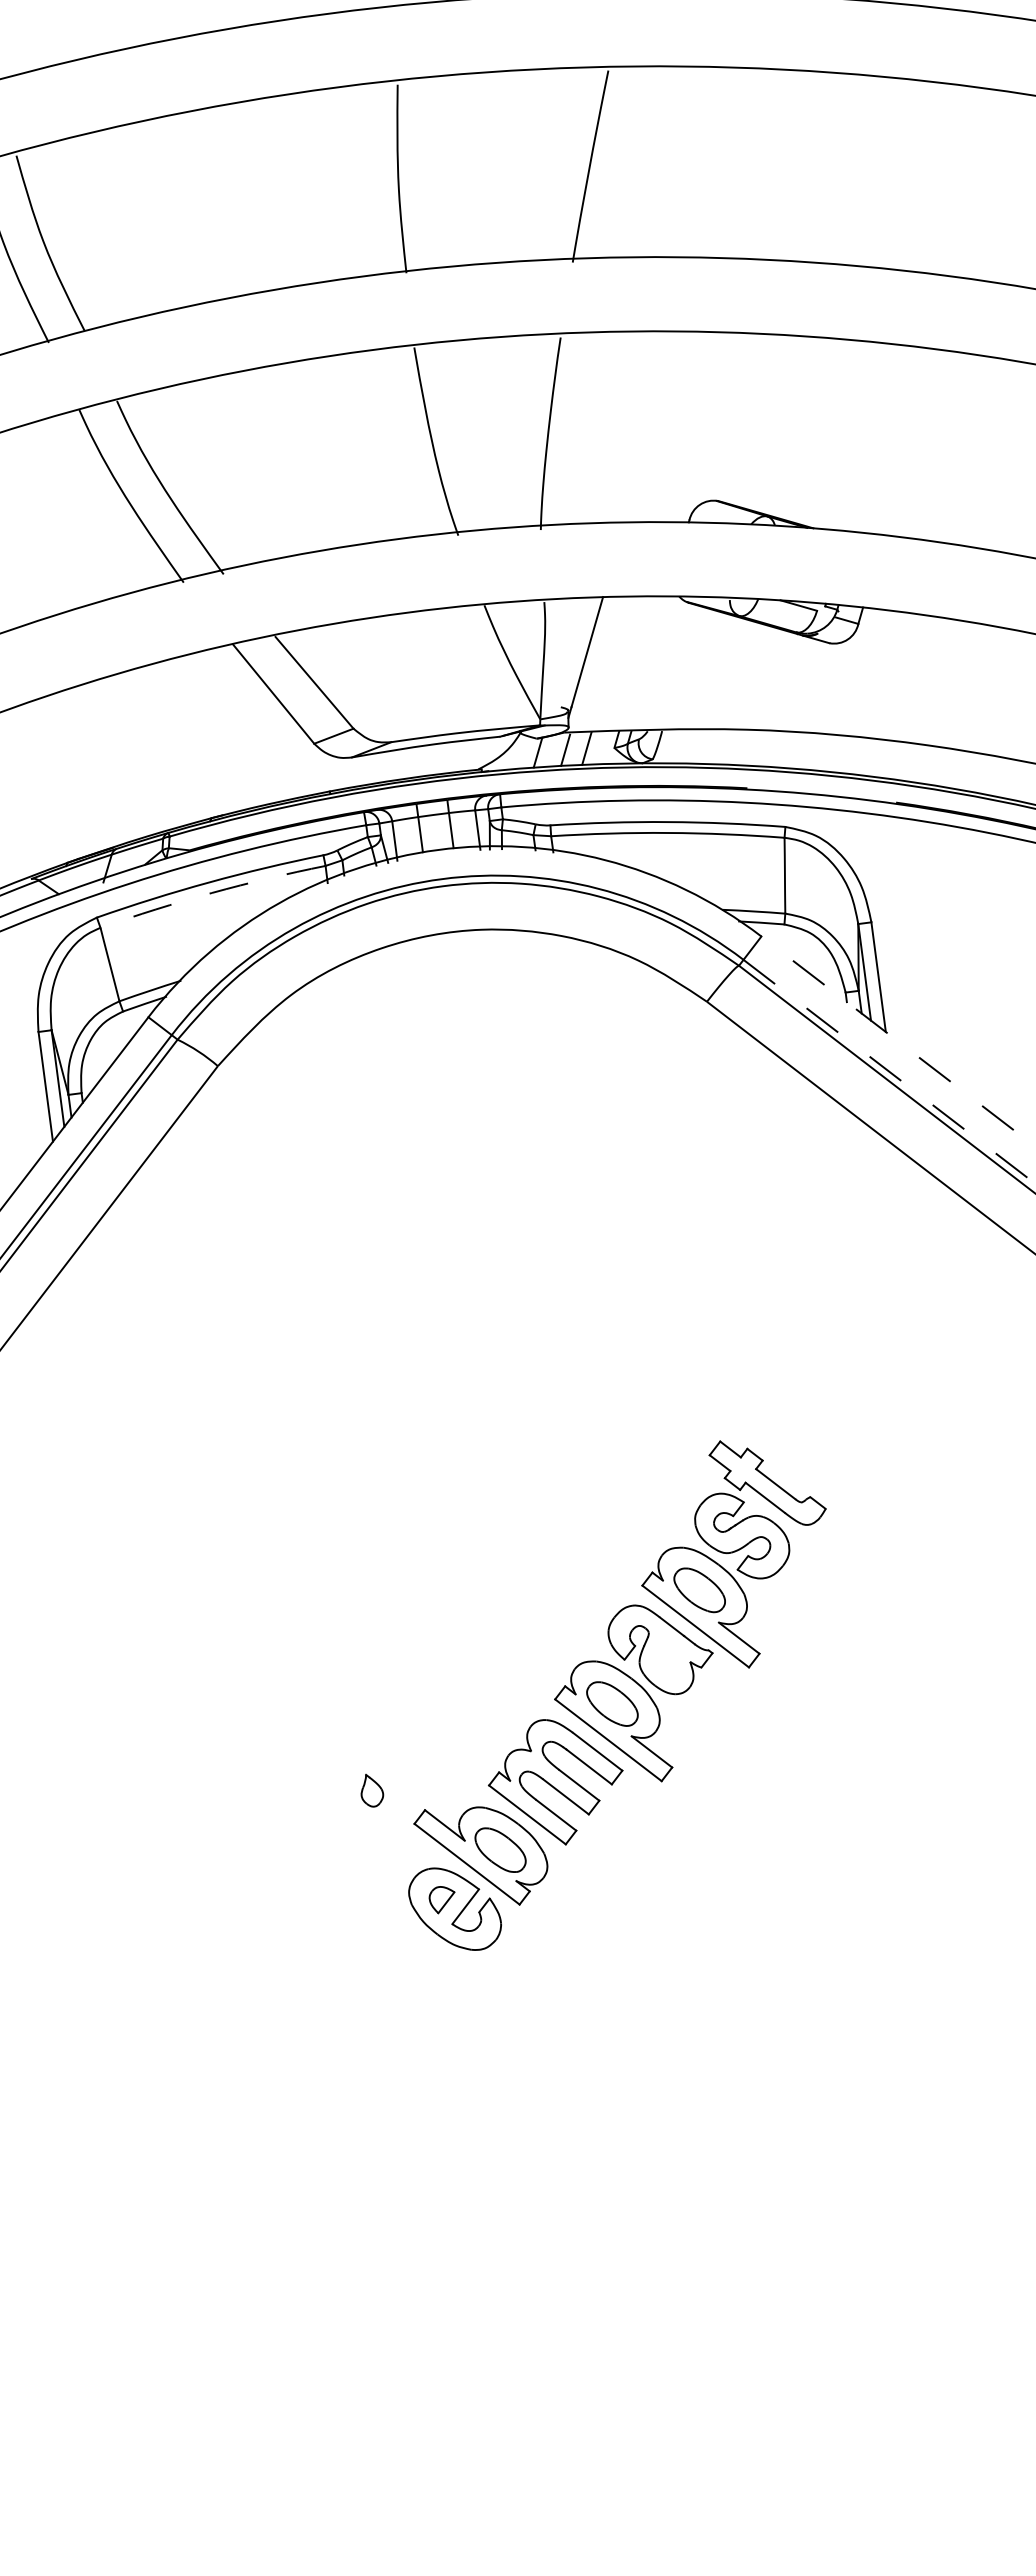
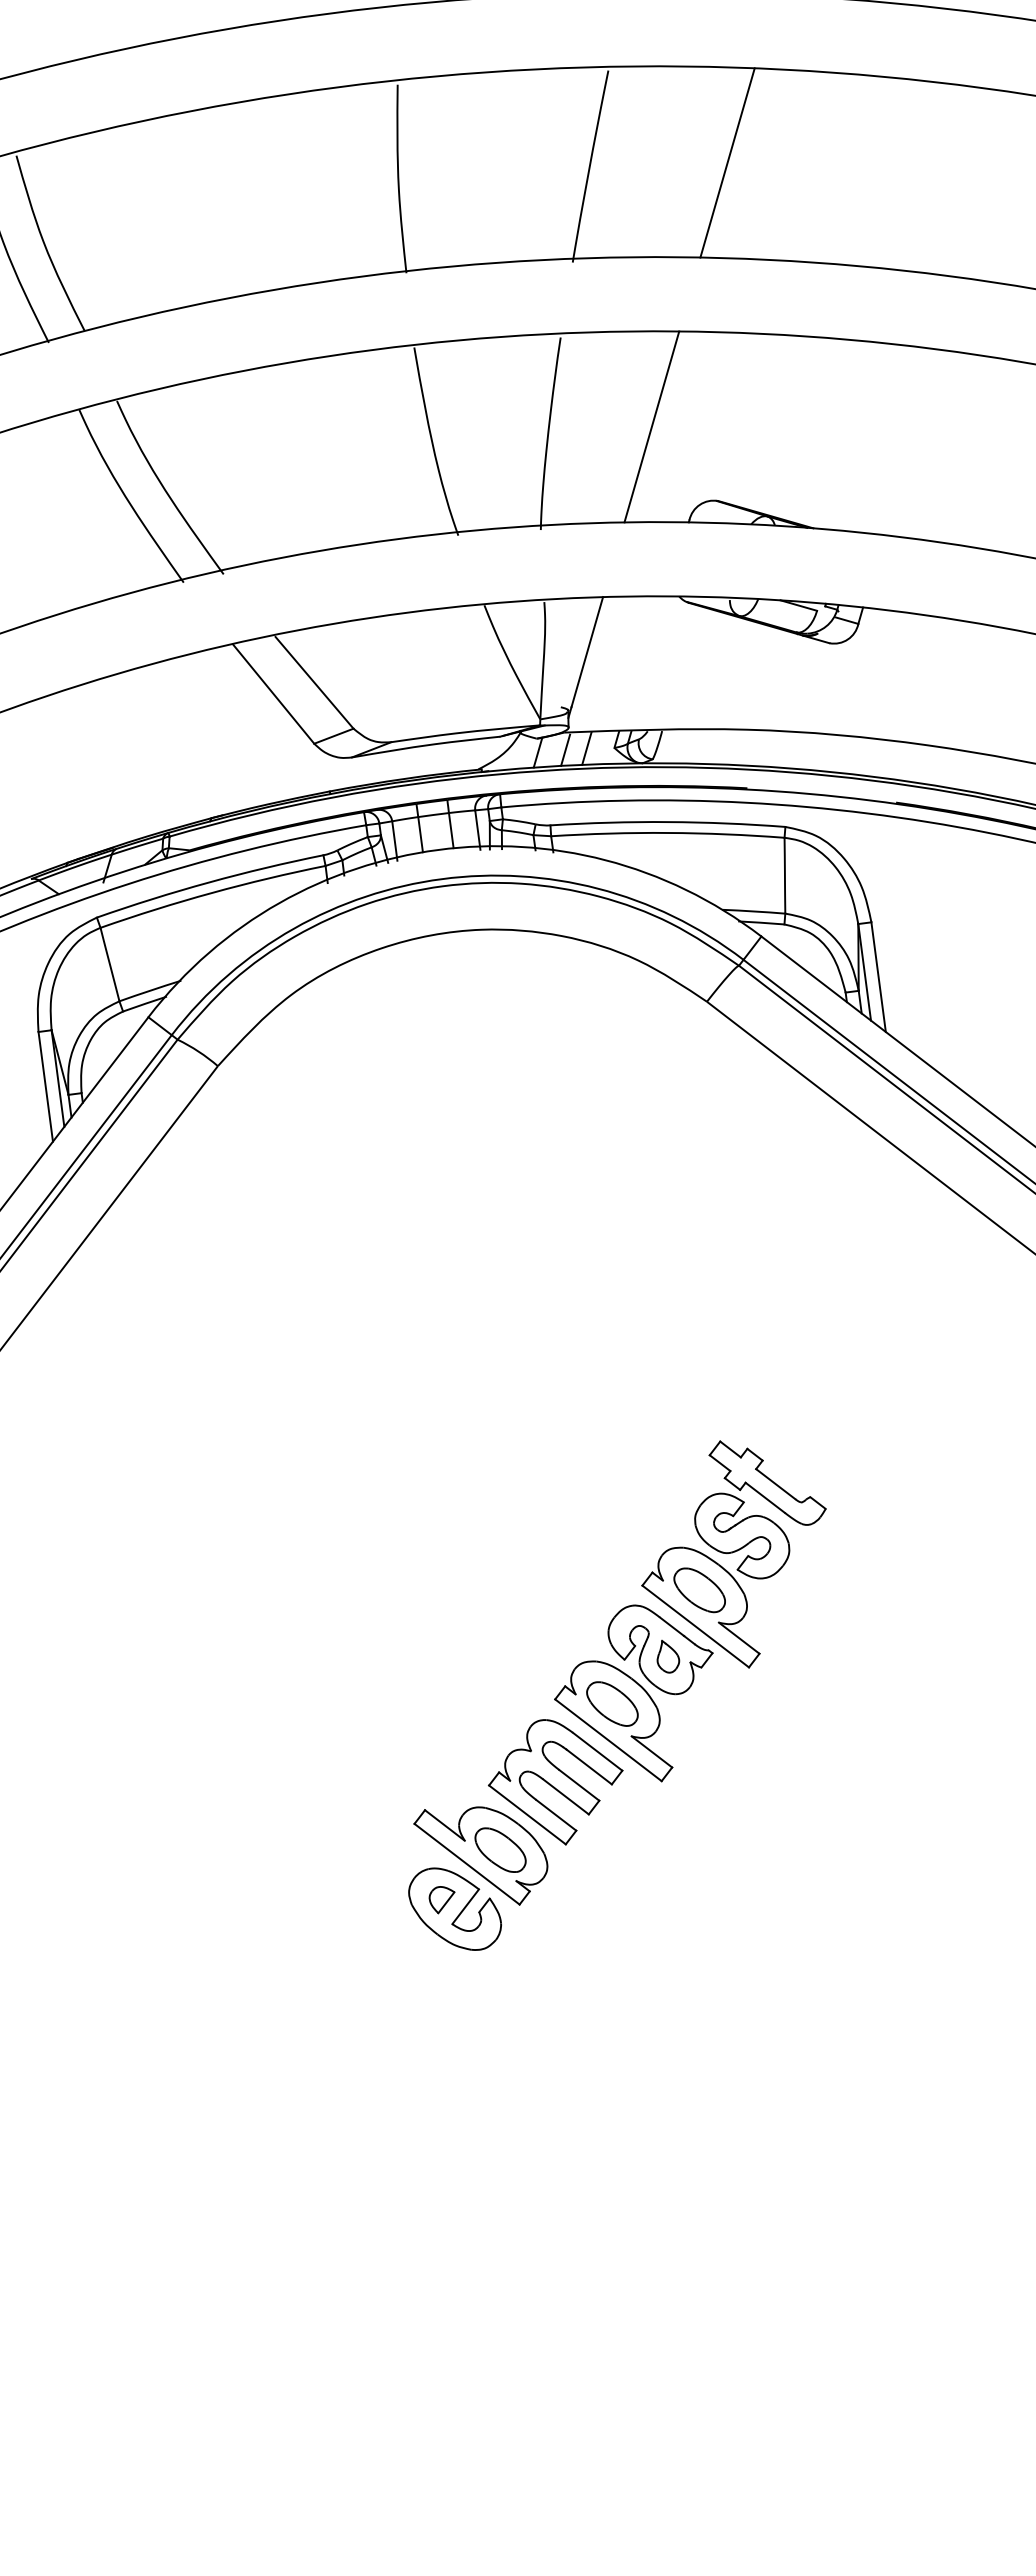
line at (727, 162): none -> present
line at (651, 426): none -> present
arc at (211, 892): dashed -> solid
line at (898, 1041): dashed -> solid
line at (889, 1071): dashed -> solid
part at (372, 1790) position: (372, 1790) -> (668, 1656)
